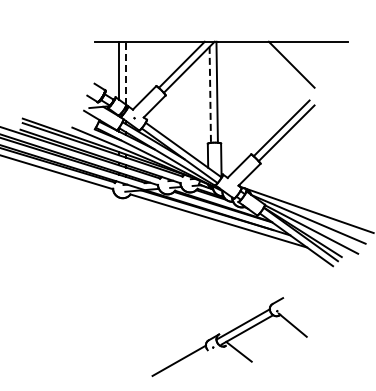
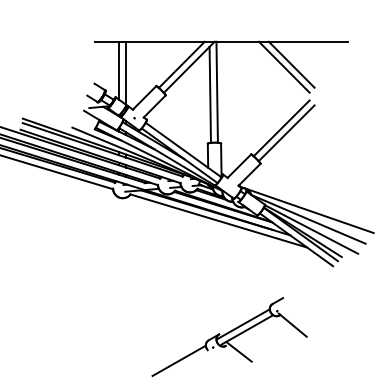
line at (283, 66): none -> present
line at (126, 73): dashed -> solid
line at (210, 95): dashed -> solid
